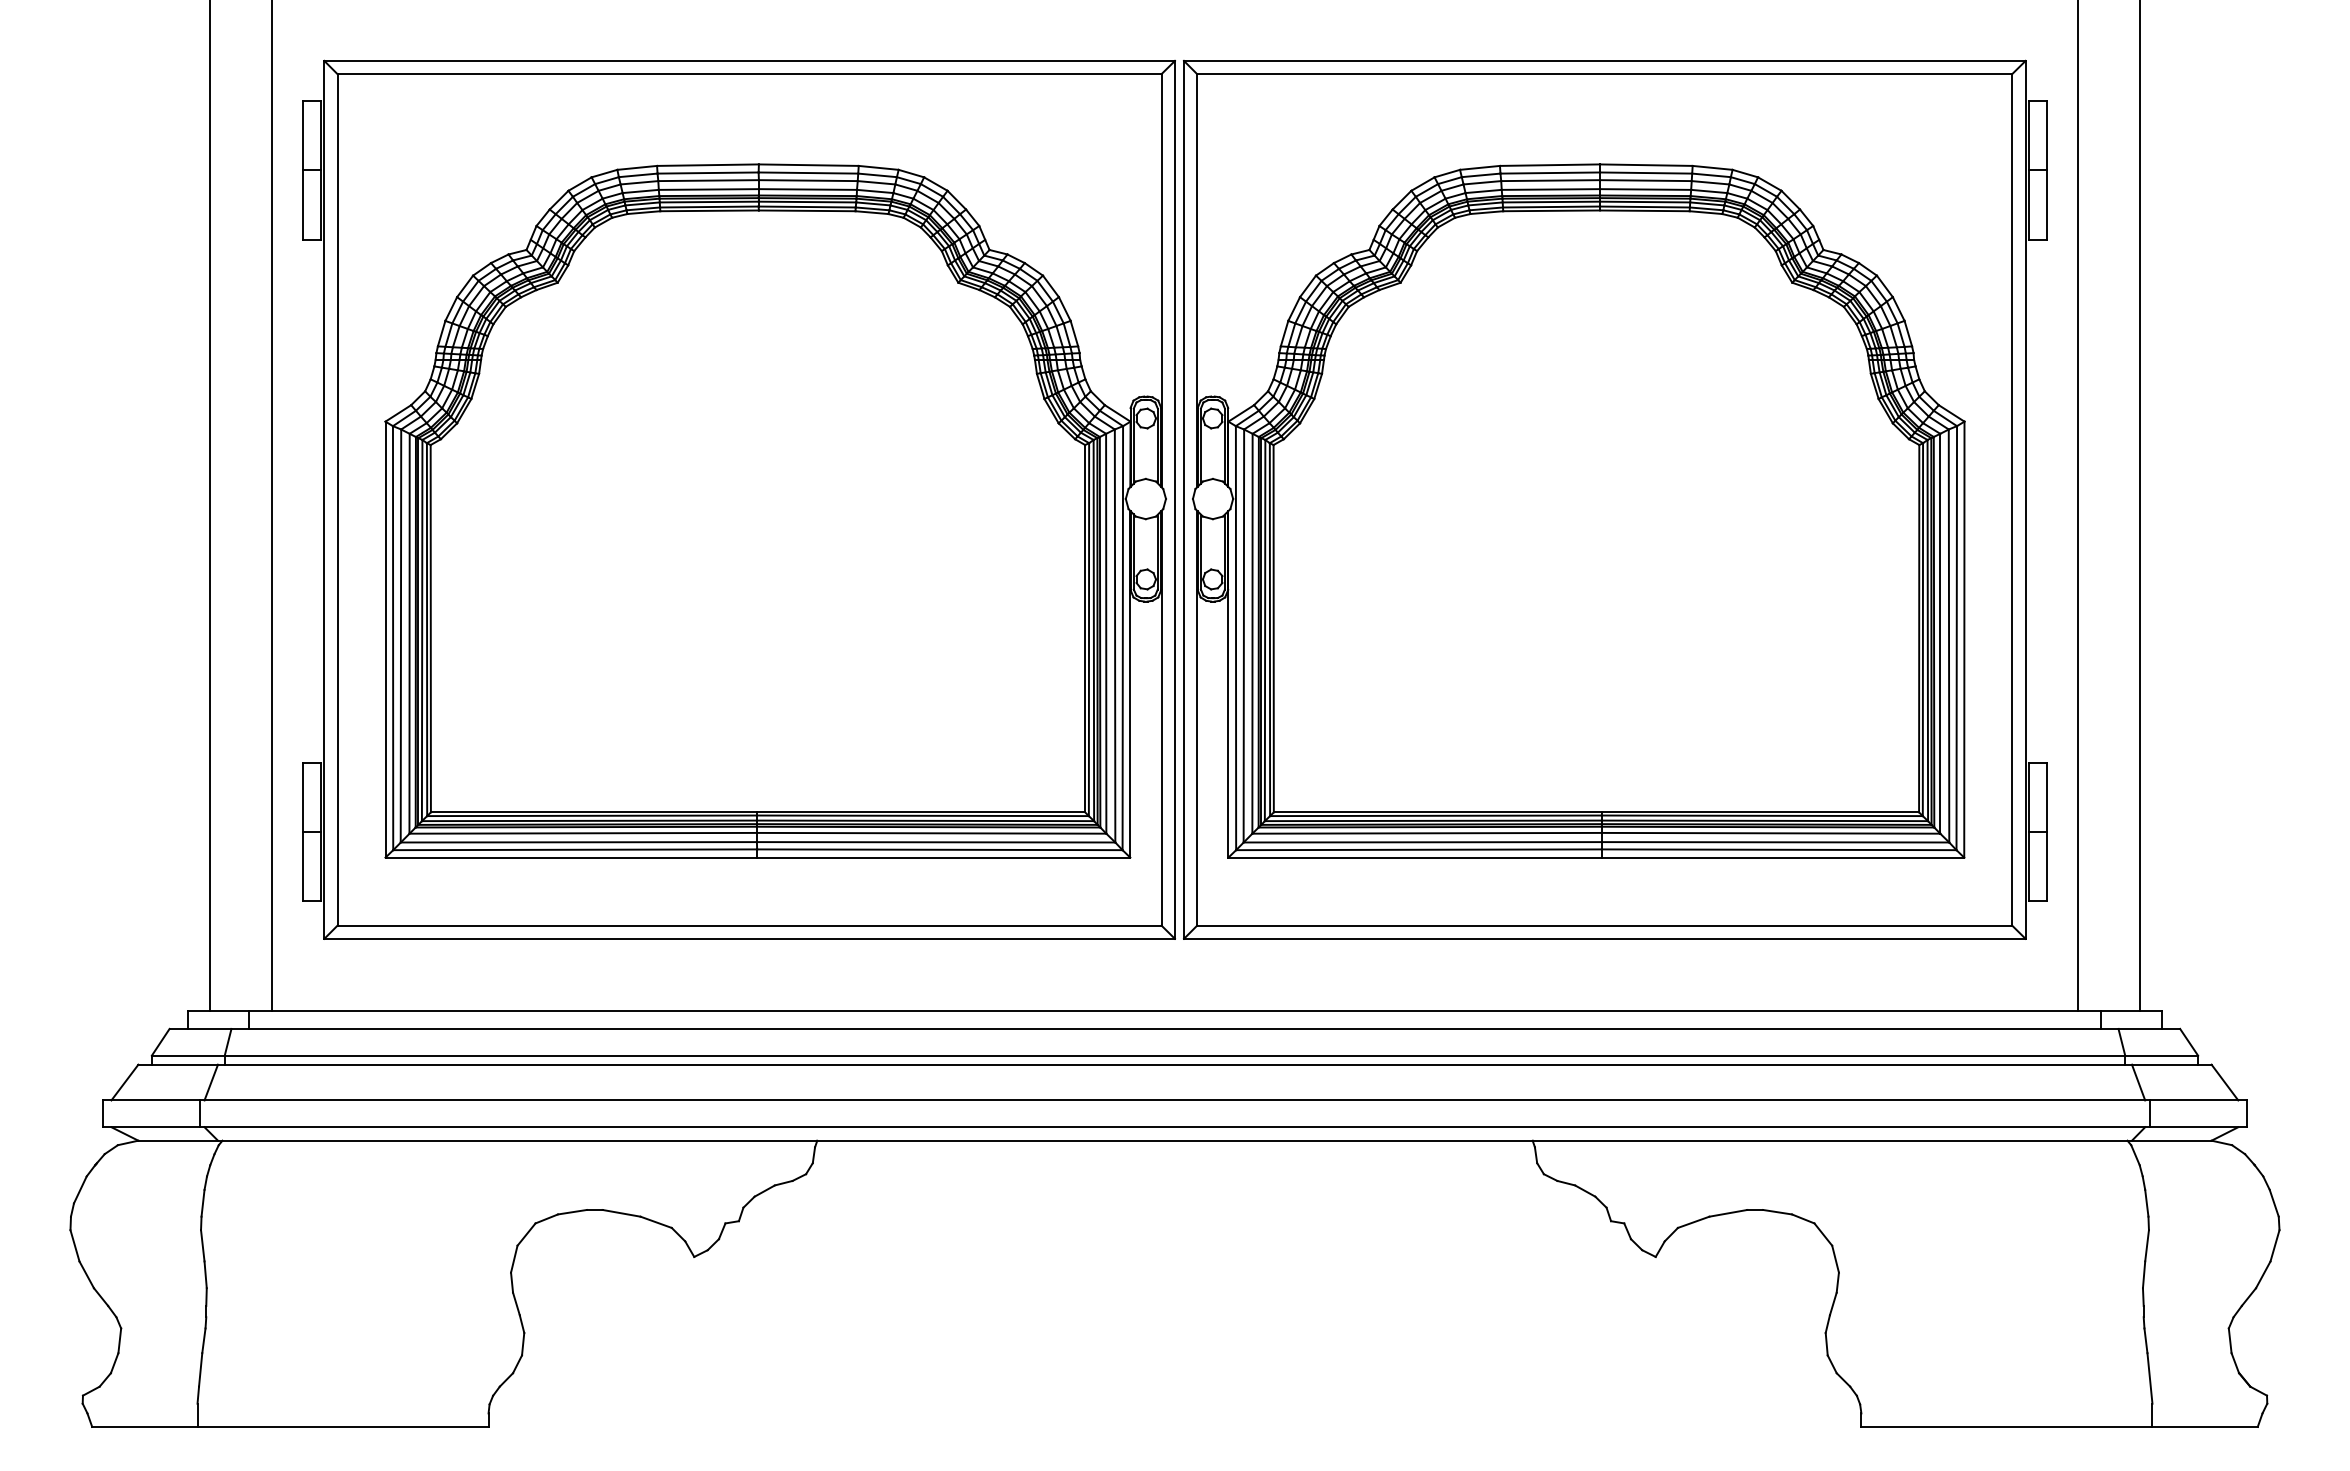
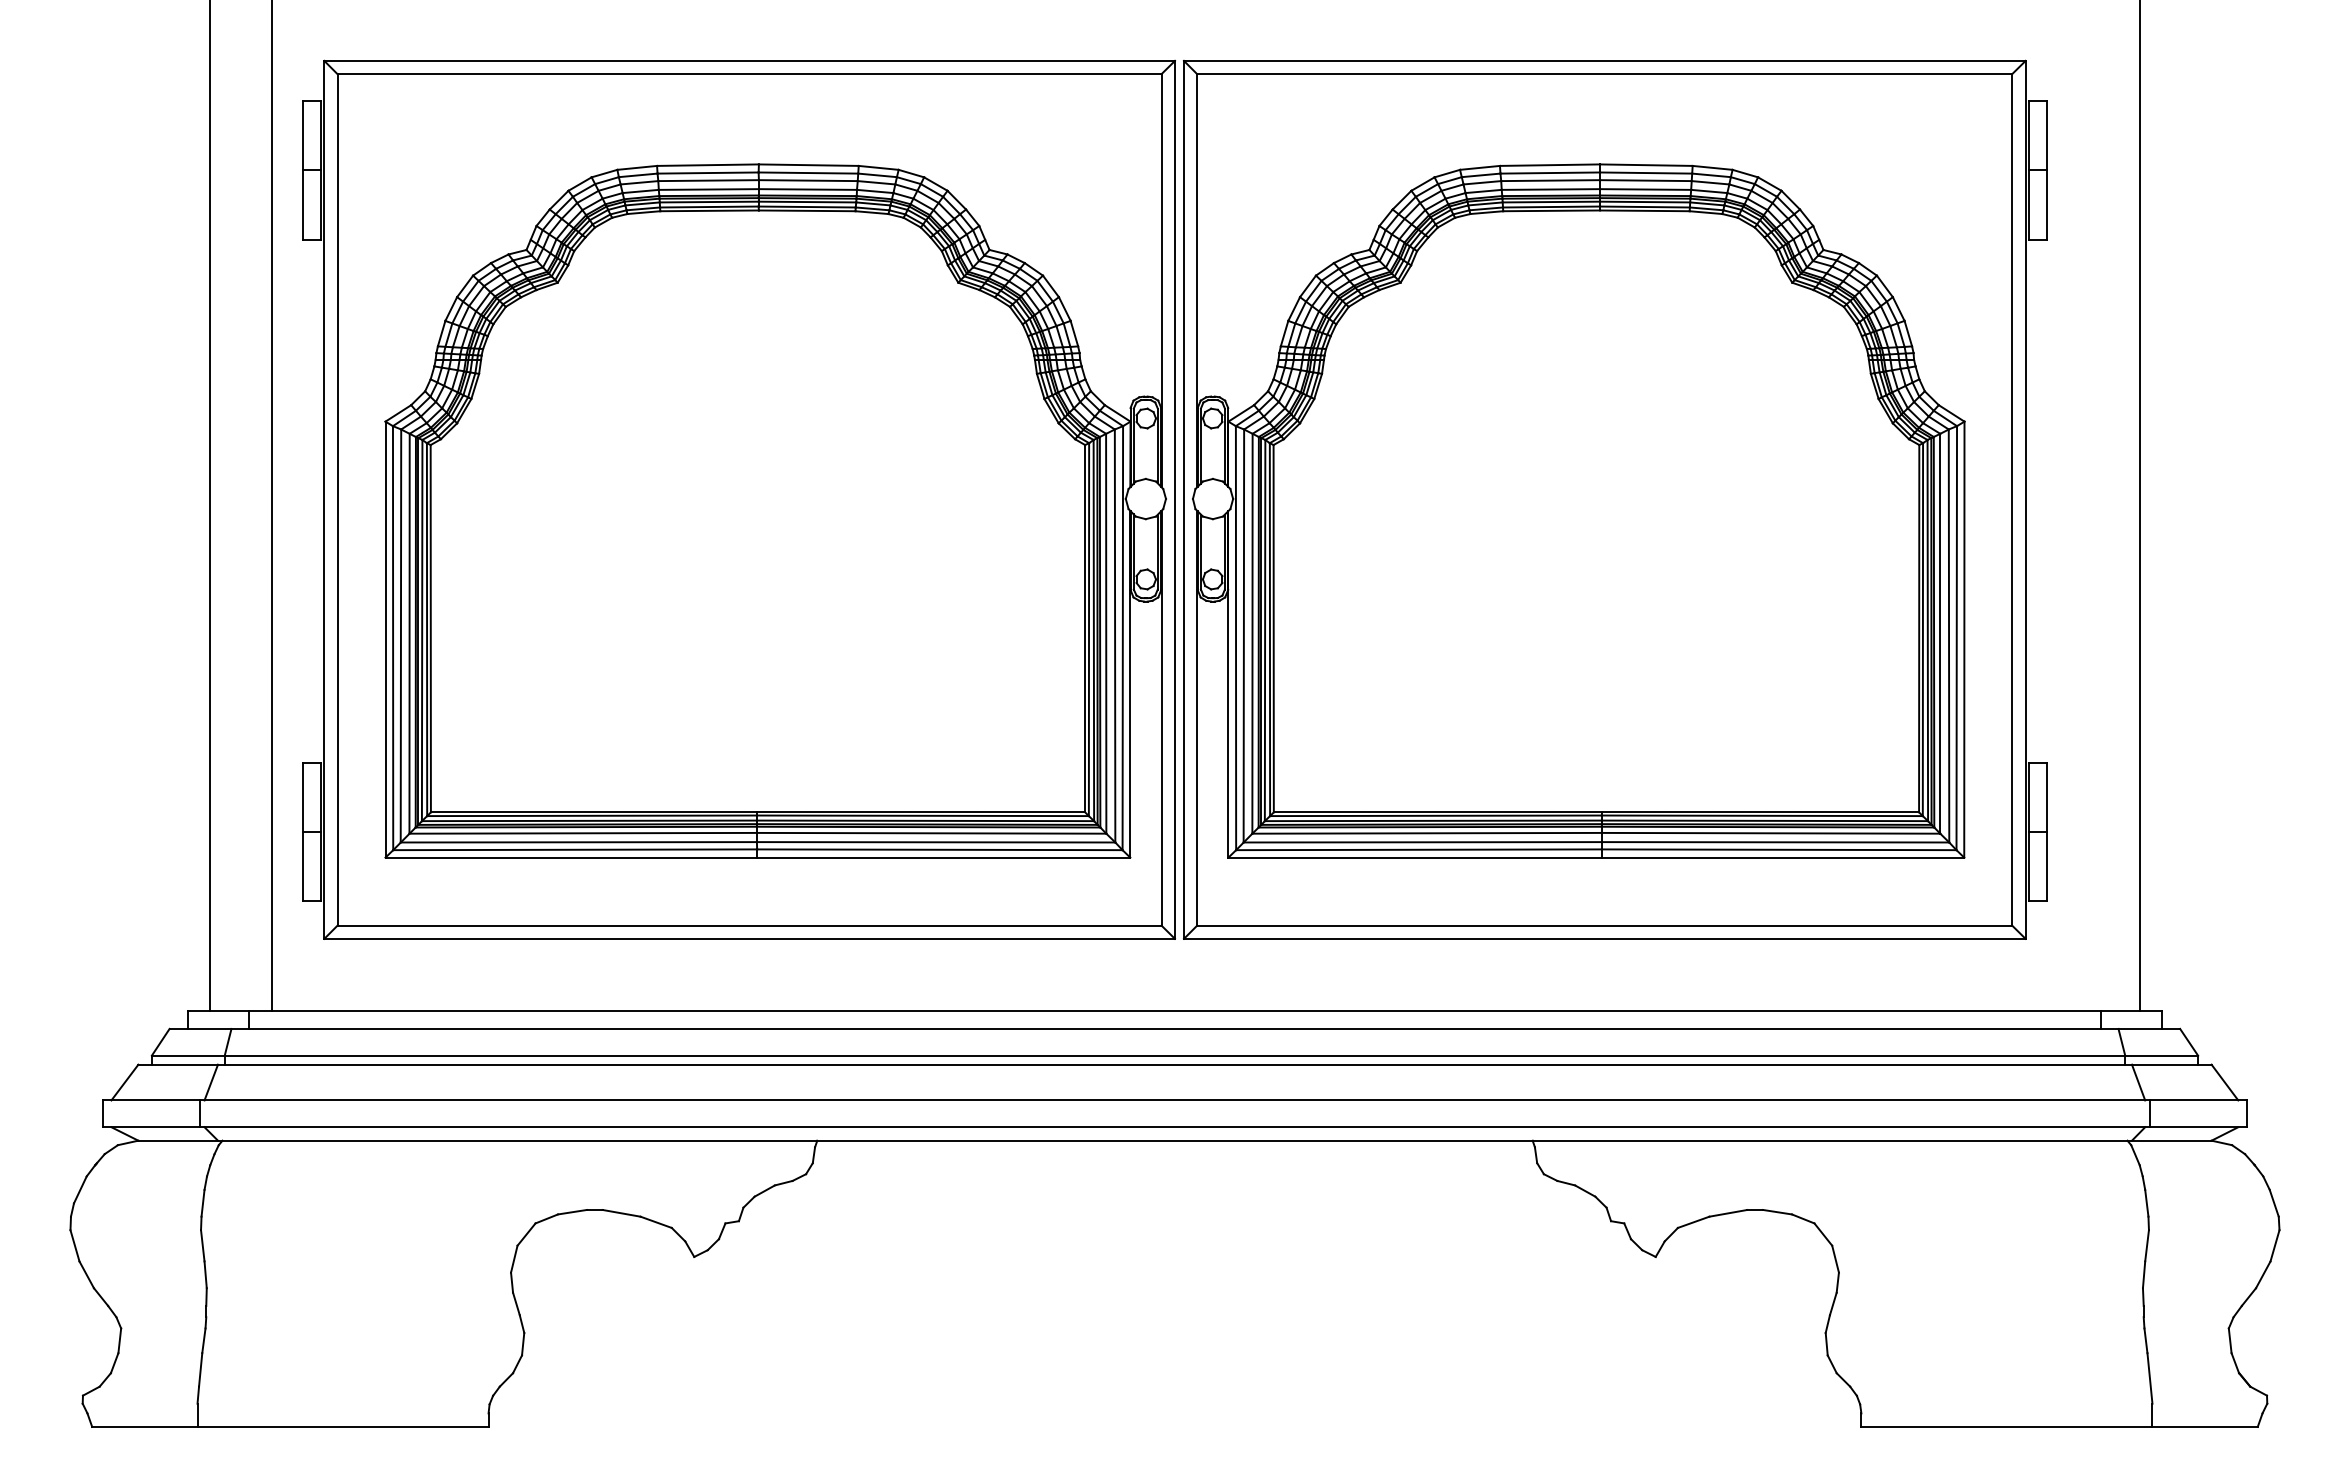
line at (2078, 506): present -> none
